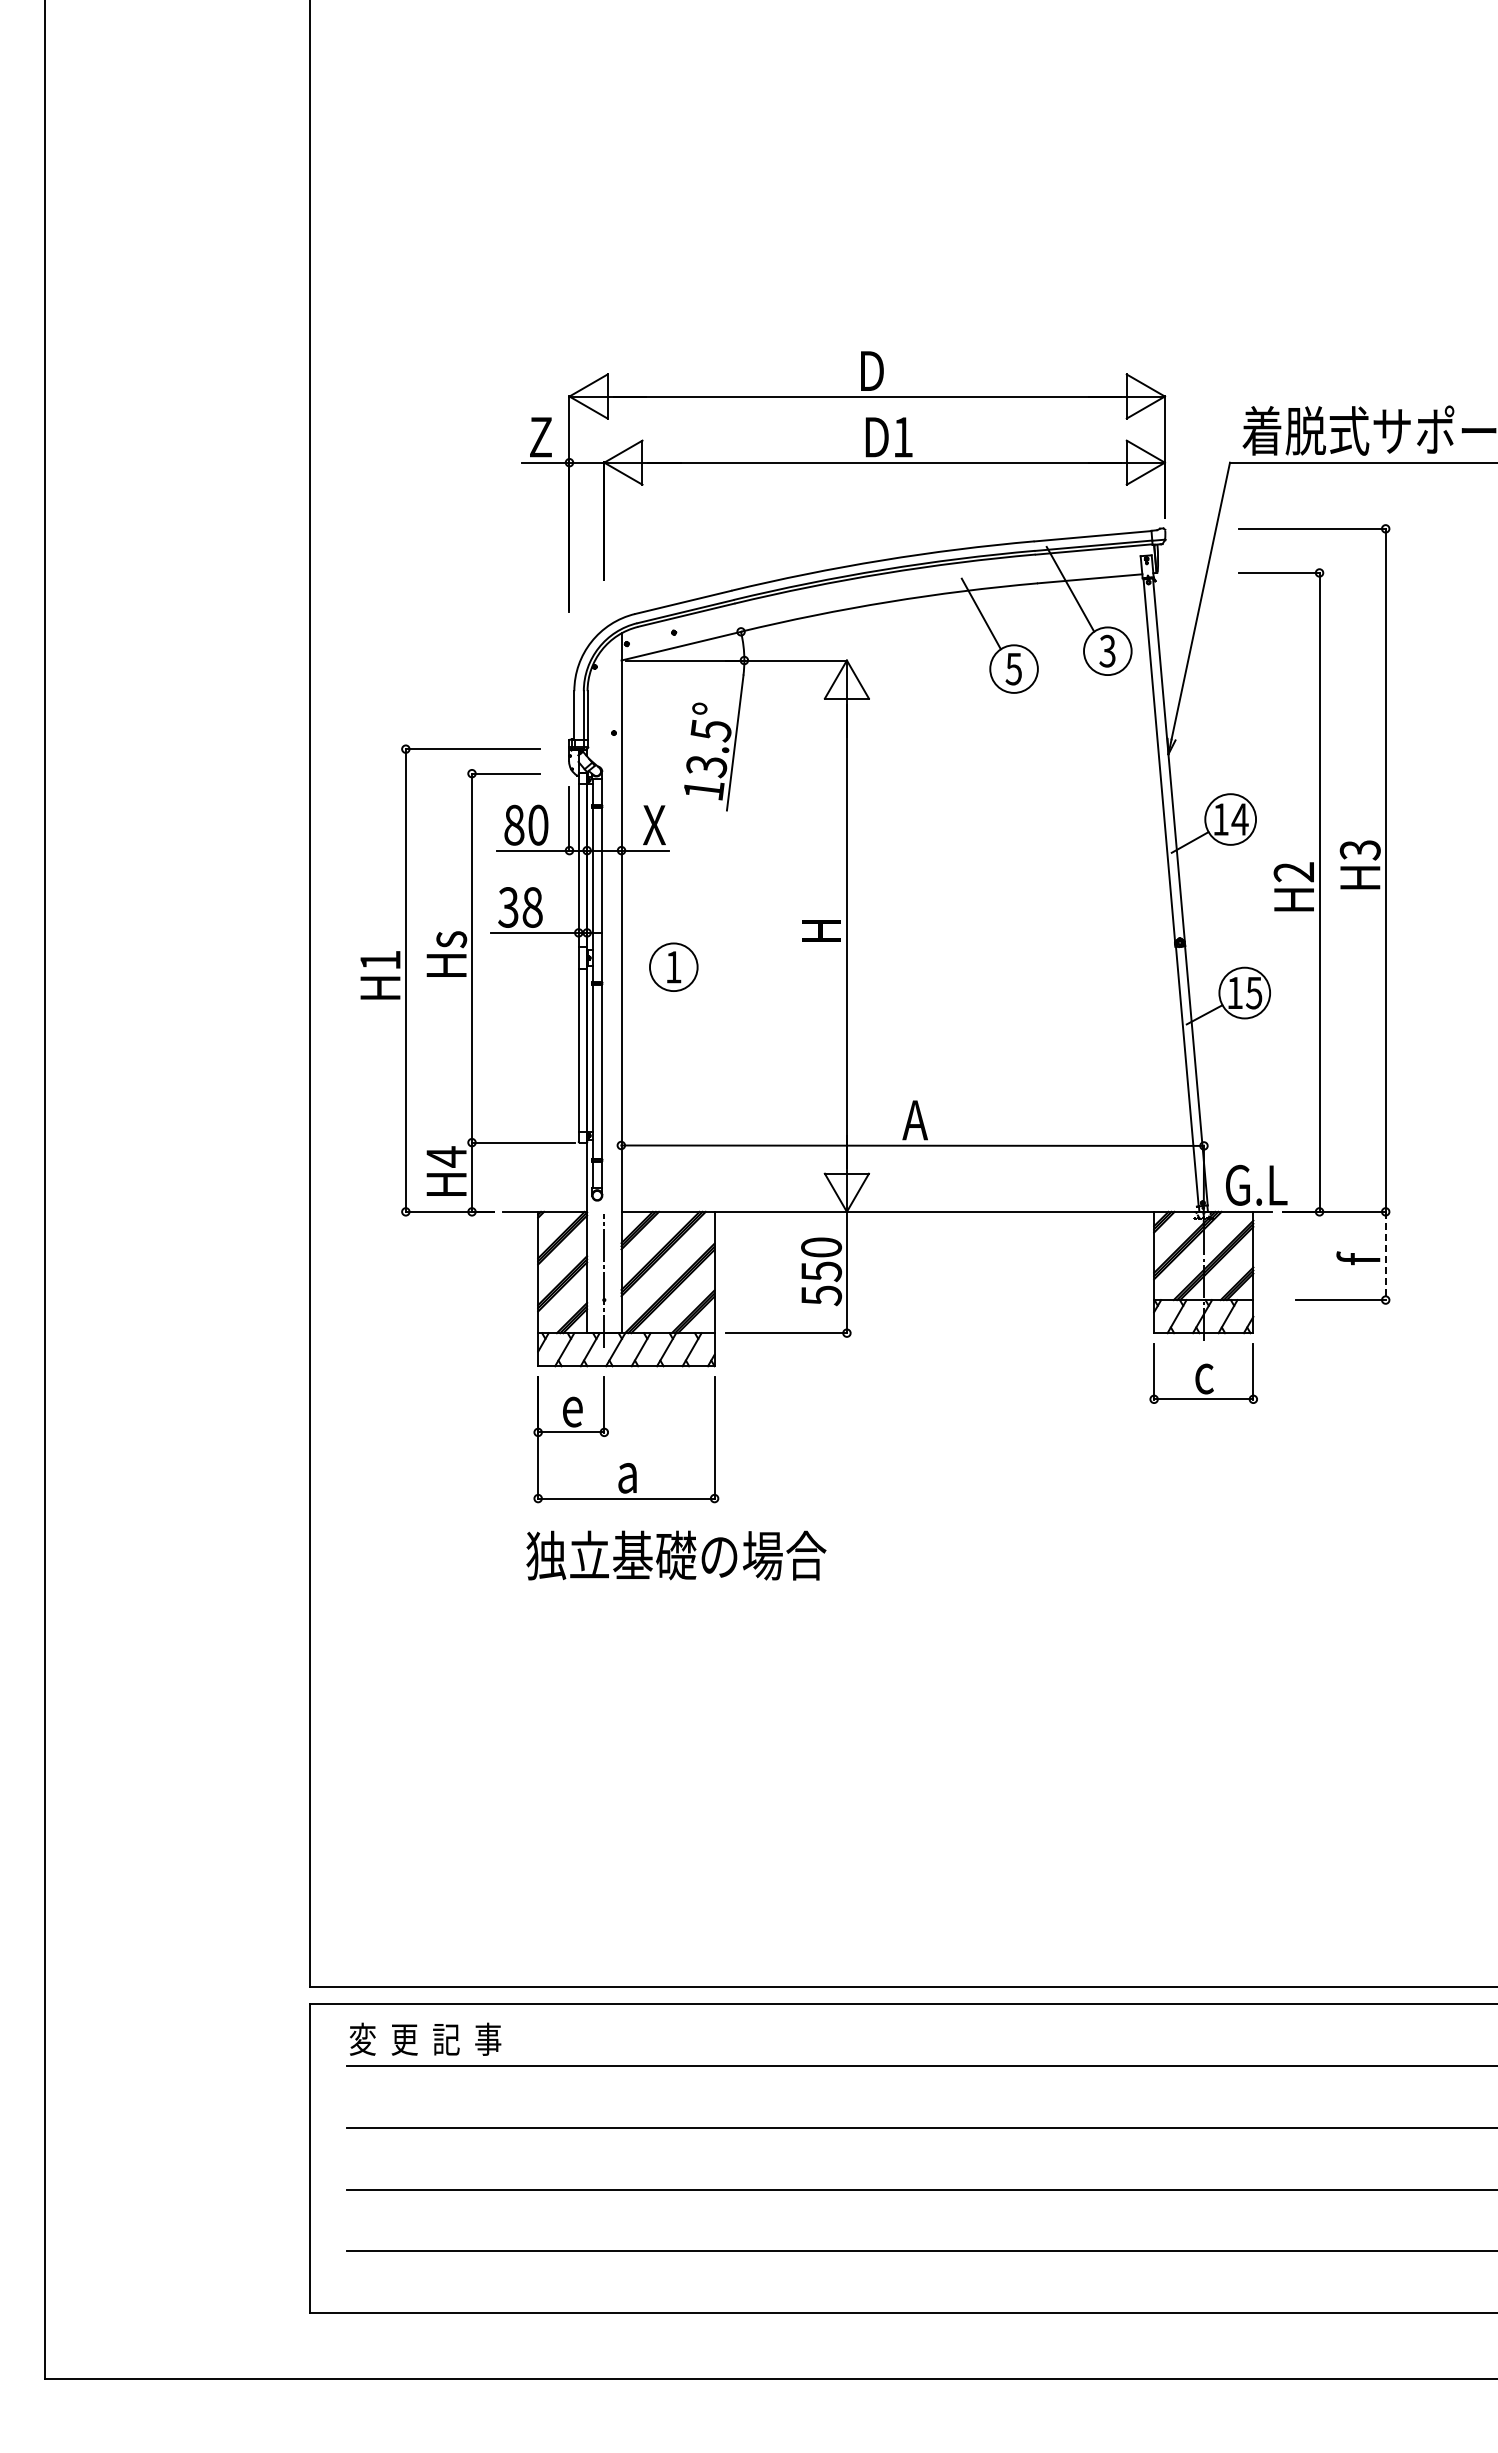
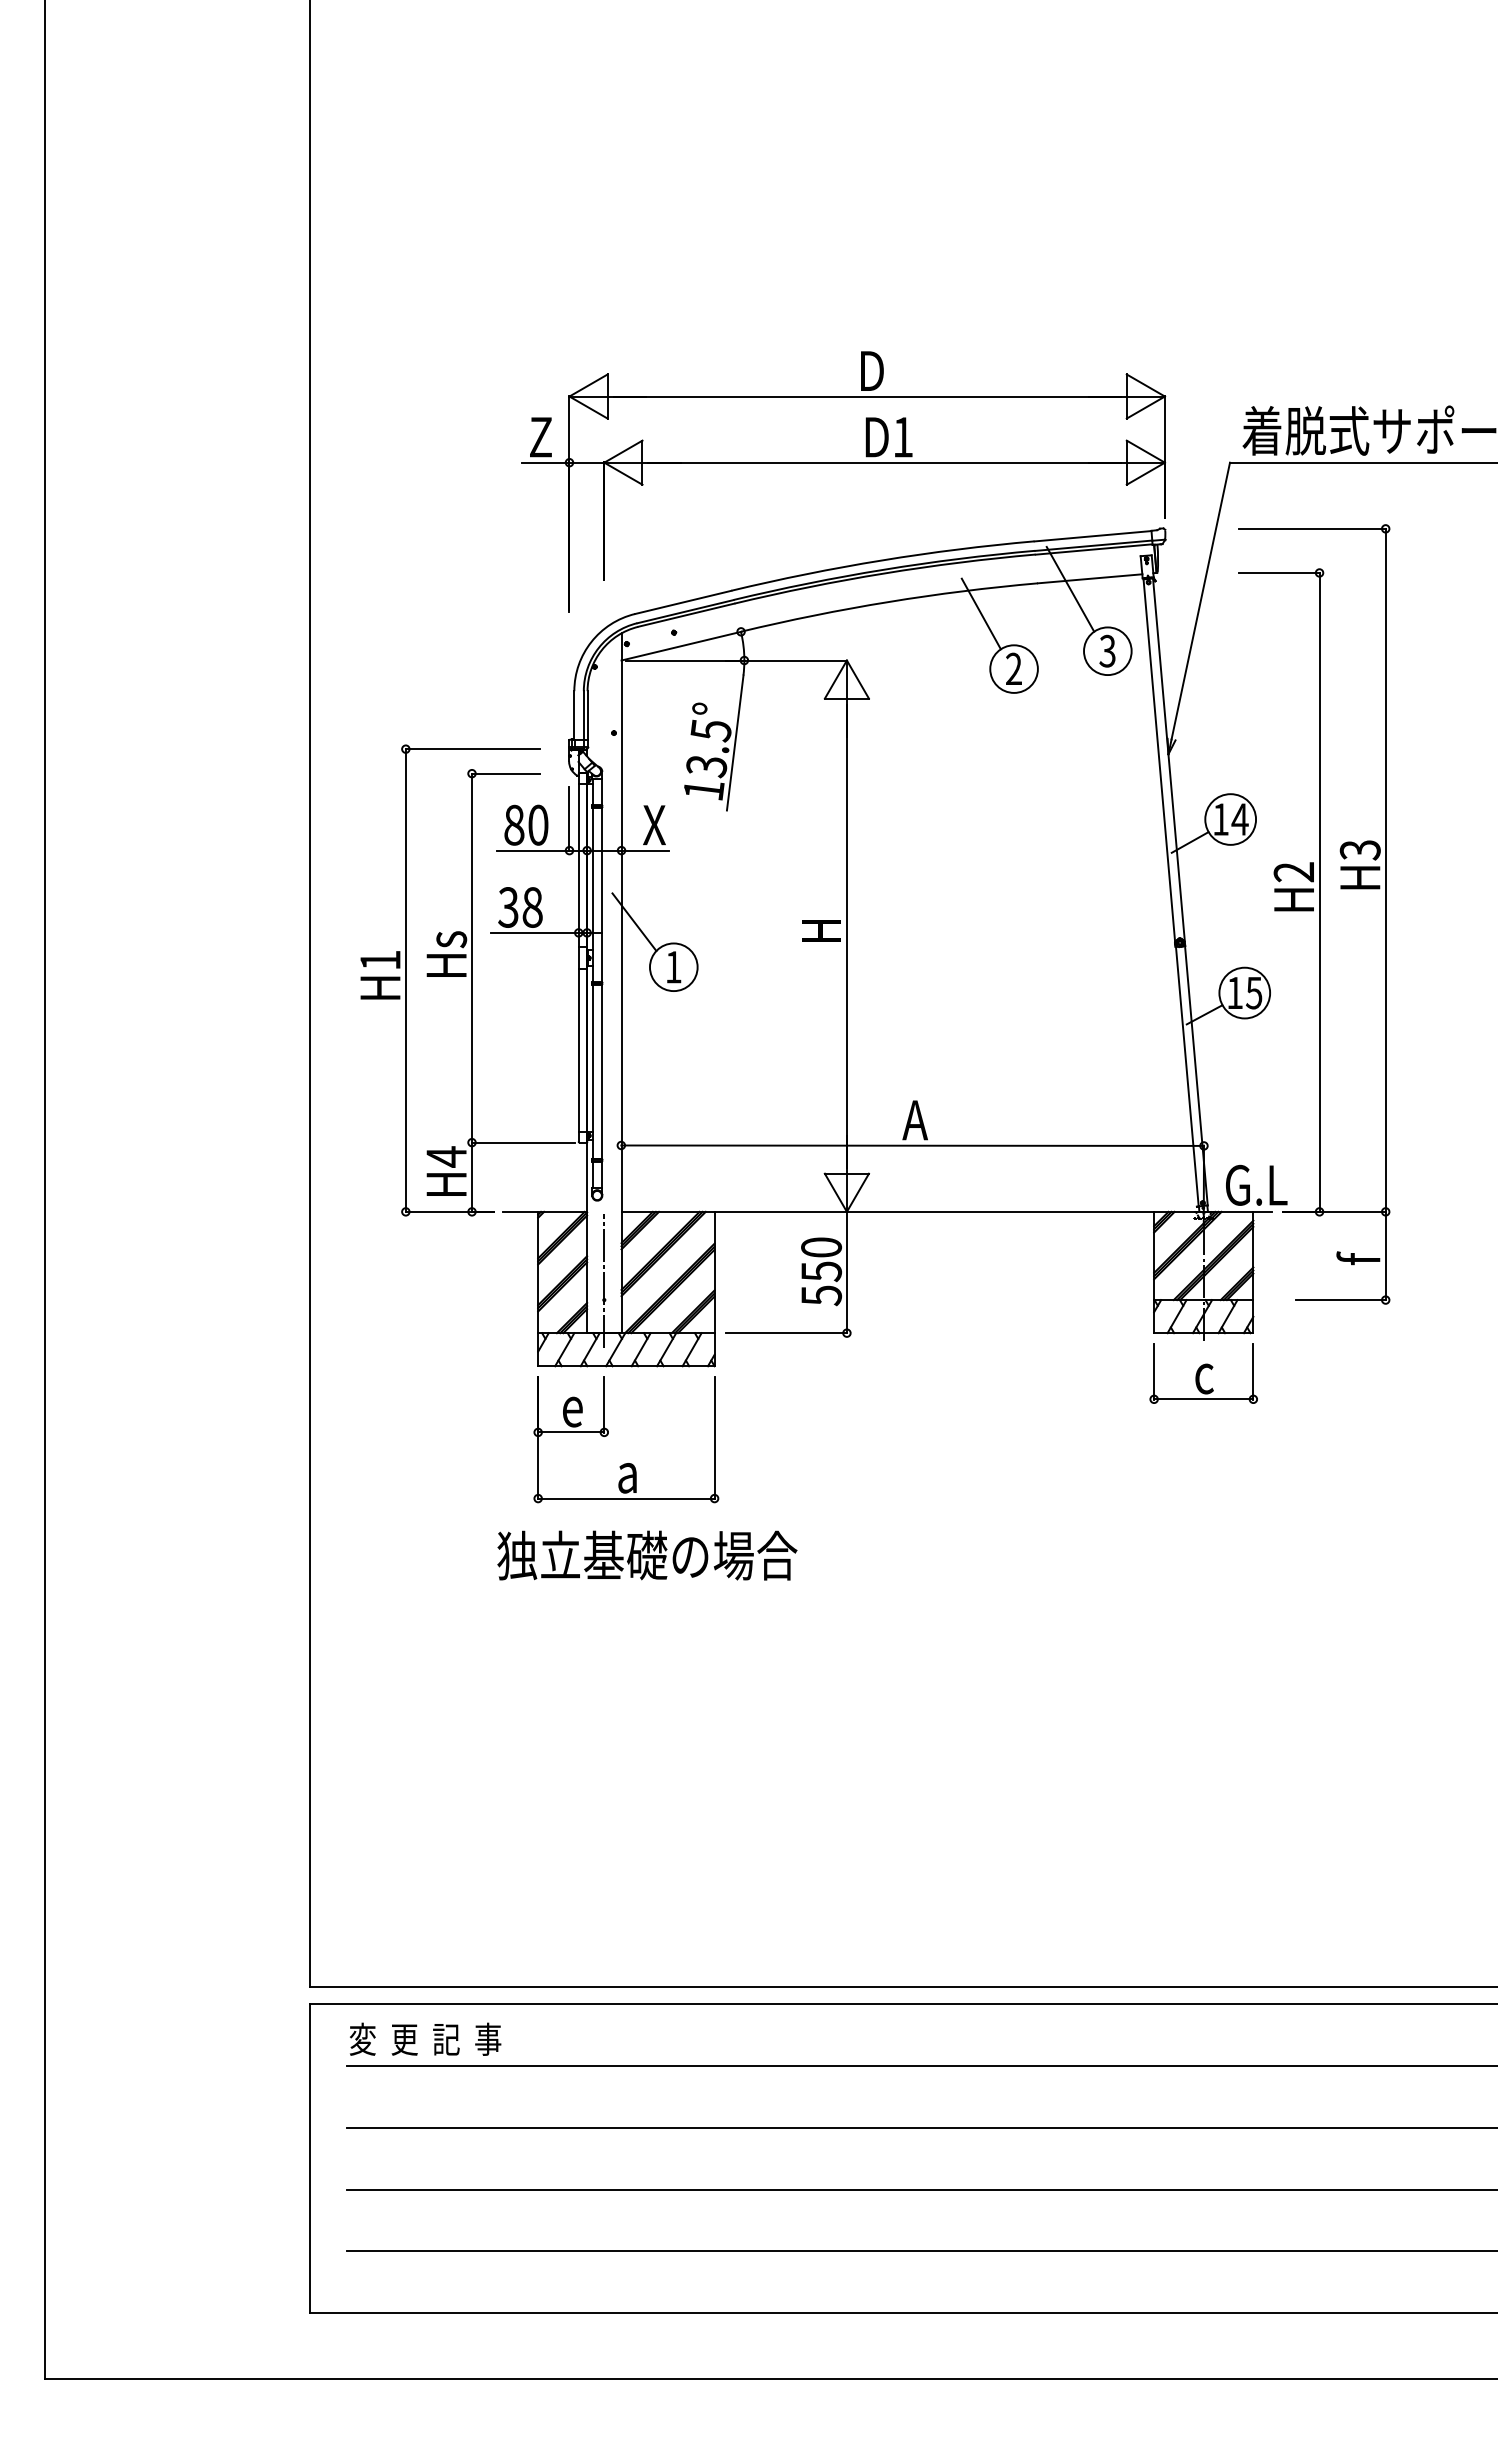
text at (1013, 668): 5 -> 2
line at (634, 921): none -> present
line at (1385, 1256): dashed -> solid
text at (676, 1555) position: (676, 1555) -> (647, 1555)
